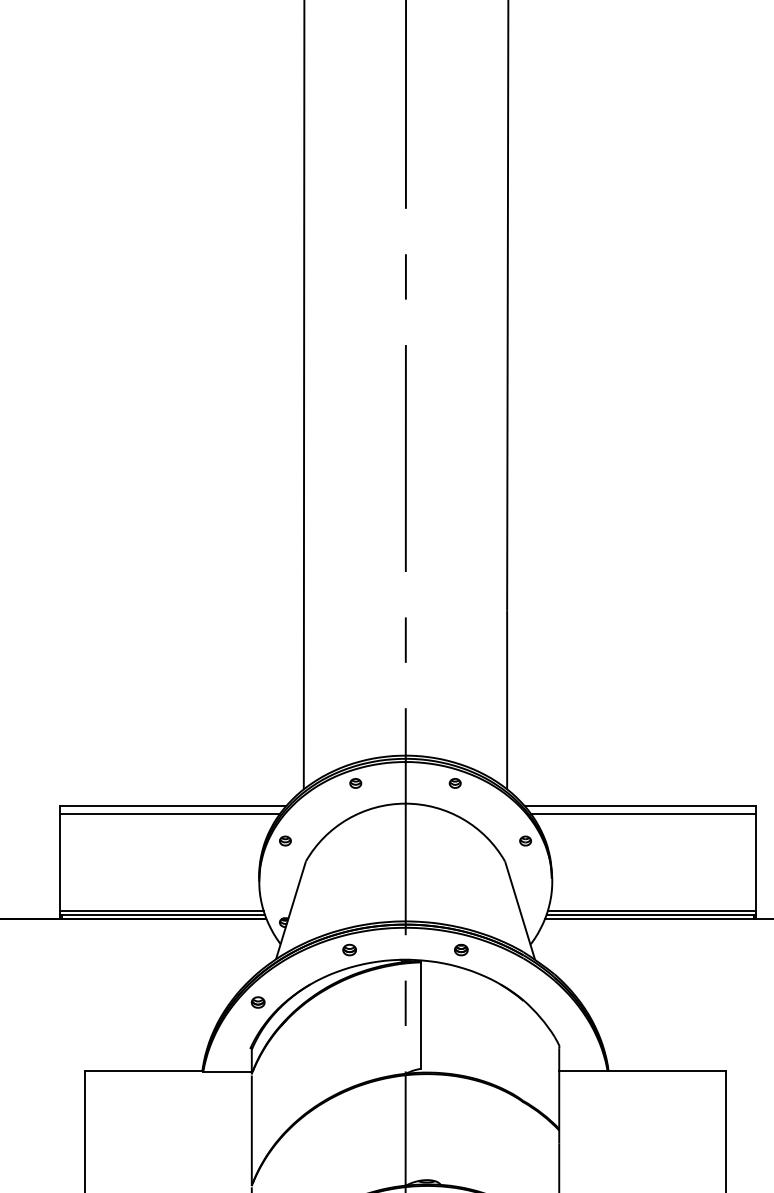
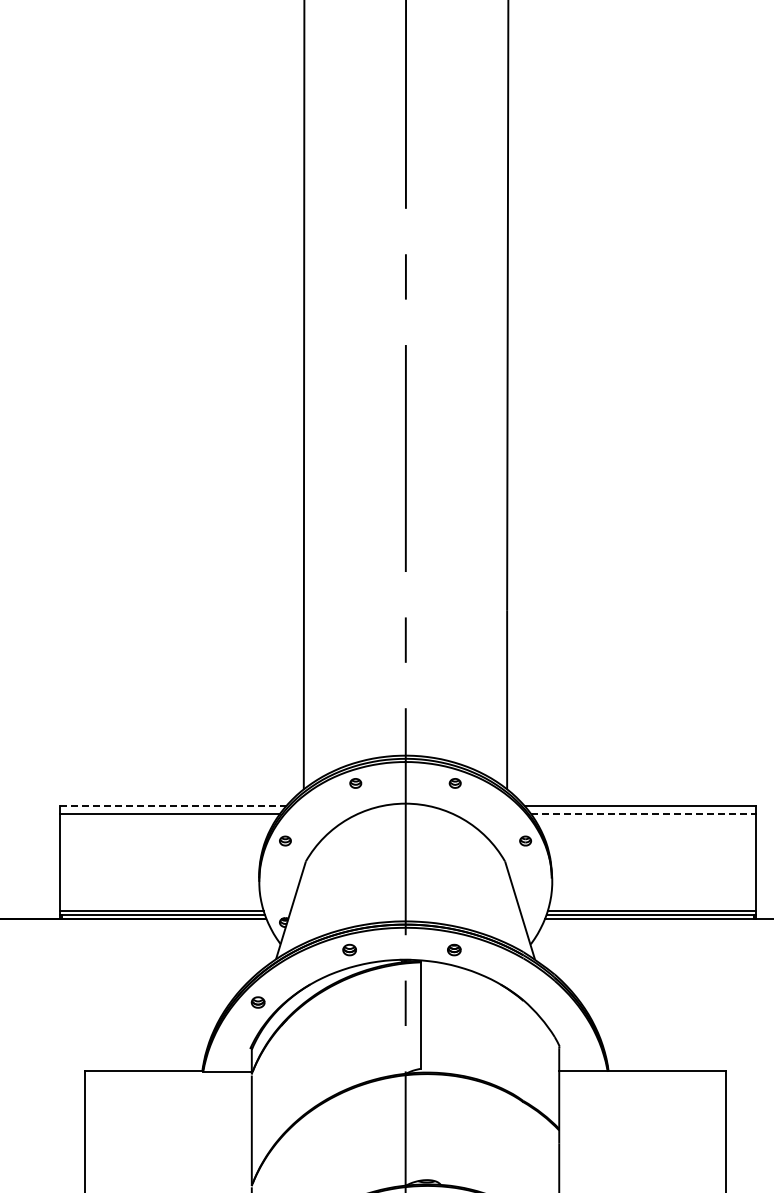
line at (173, 806): solid -> dashed
line at (643, 813): solid -> dashed
part at (461, 949) position: (461, 949) -> (454, 949)
